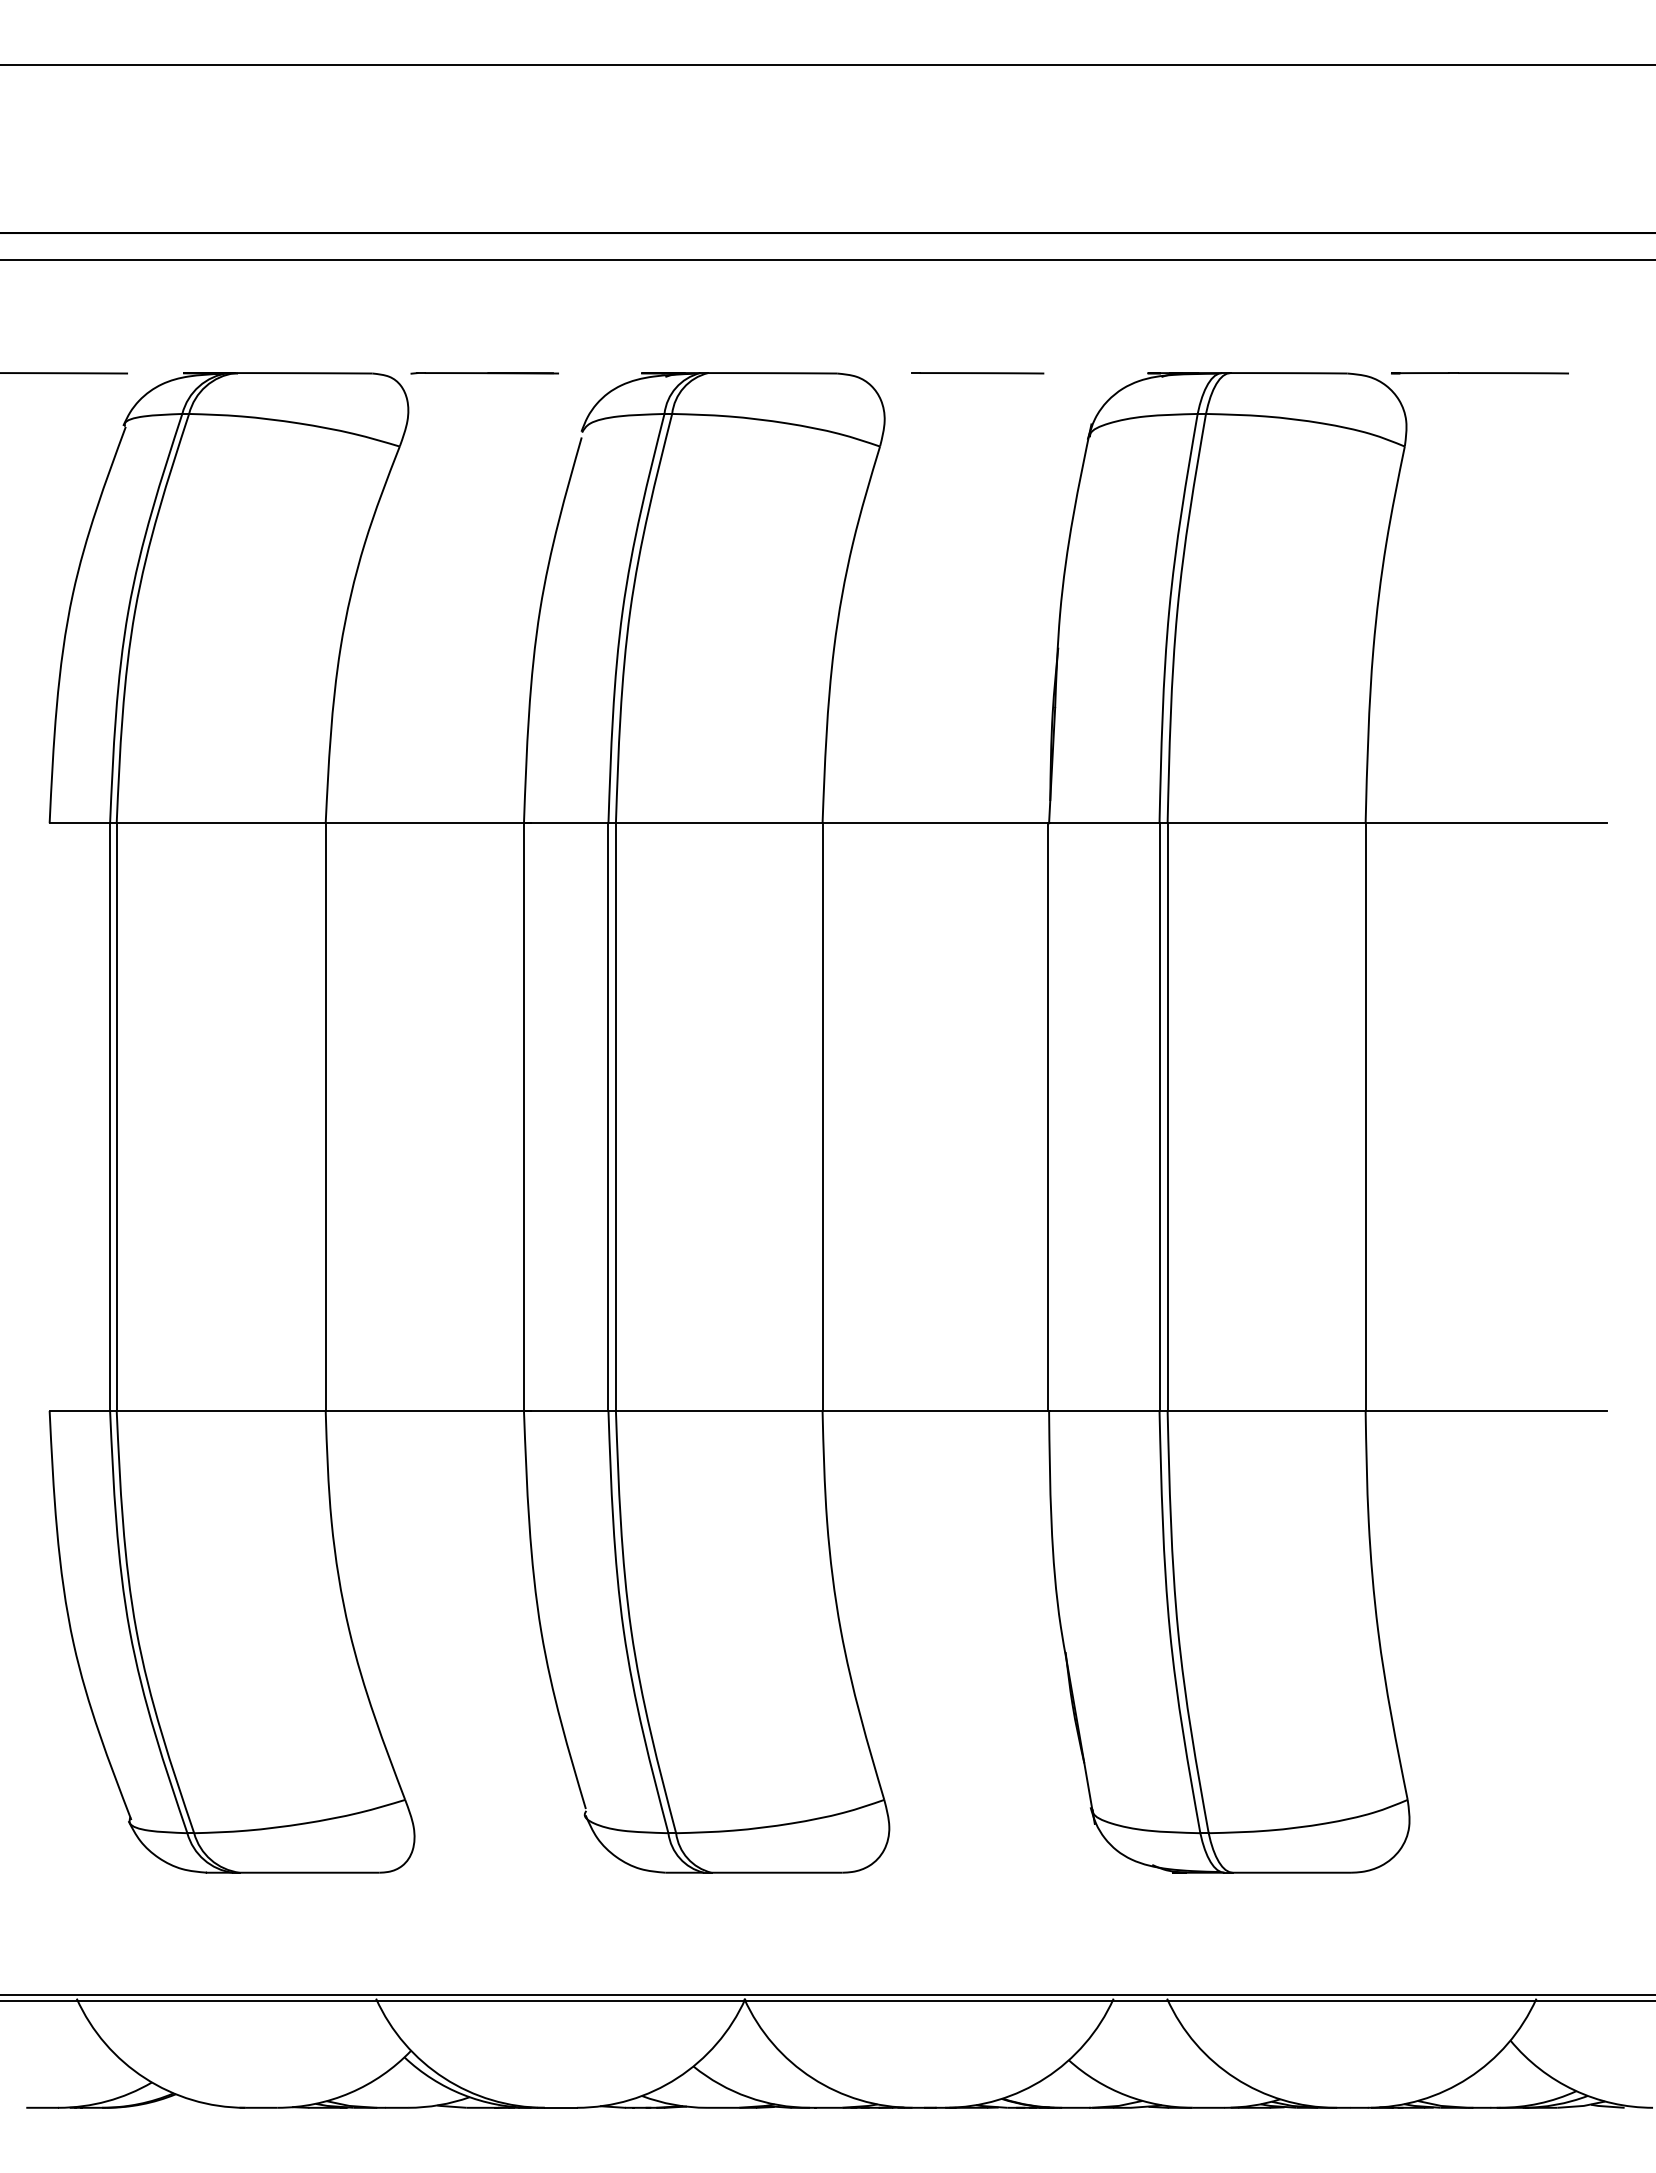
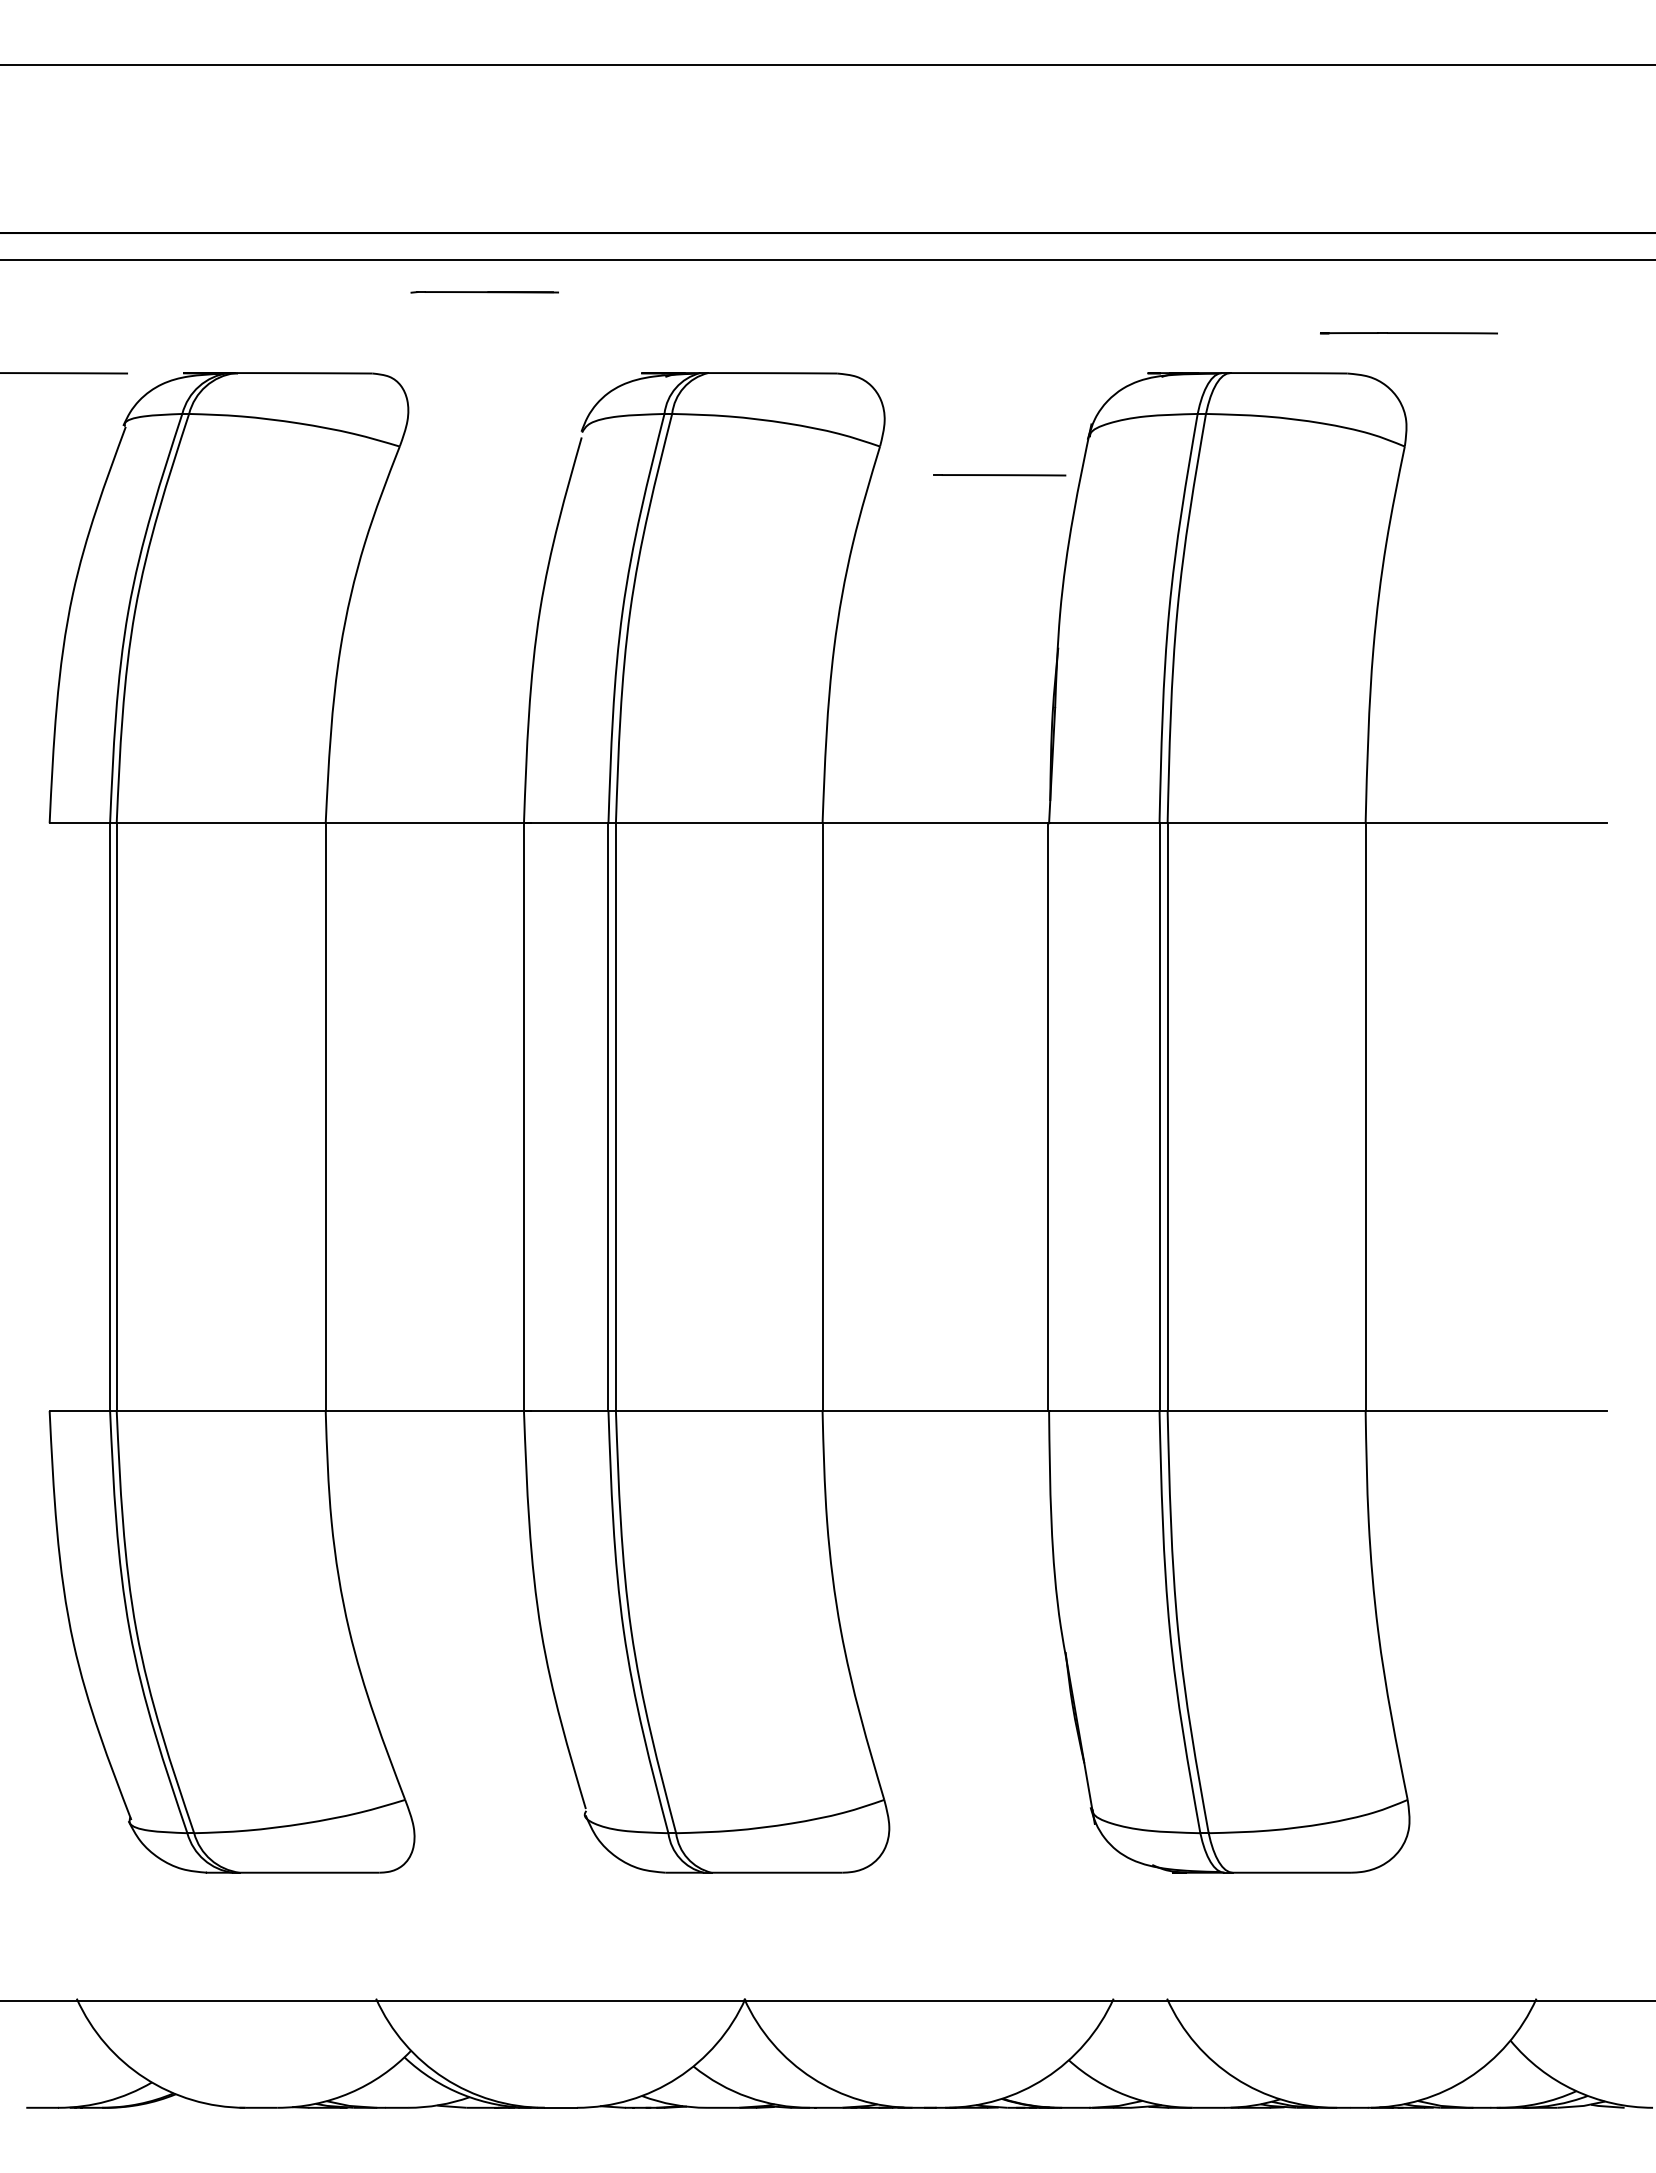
line at (484, 373) position: (484, 373) -> (484, 292)
line at (977, 373) position: (977, 373) -> (999, 475)
line at (1479, 373) position: (1479, 373) -> (1408, 333)
line at (827, 1995): present -> none
